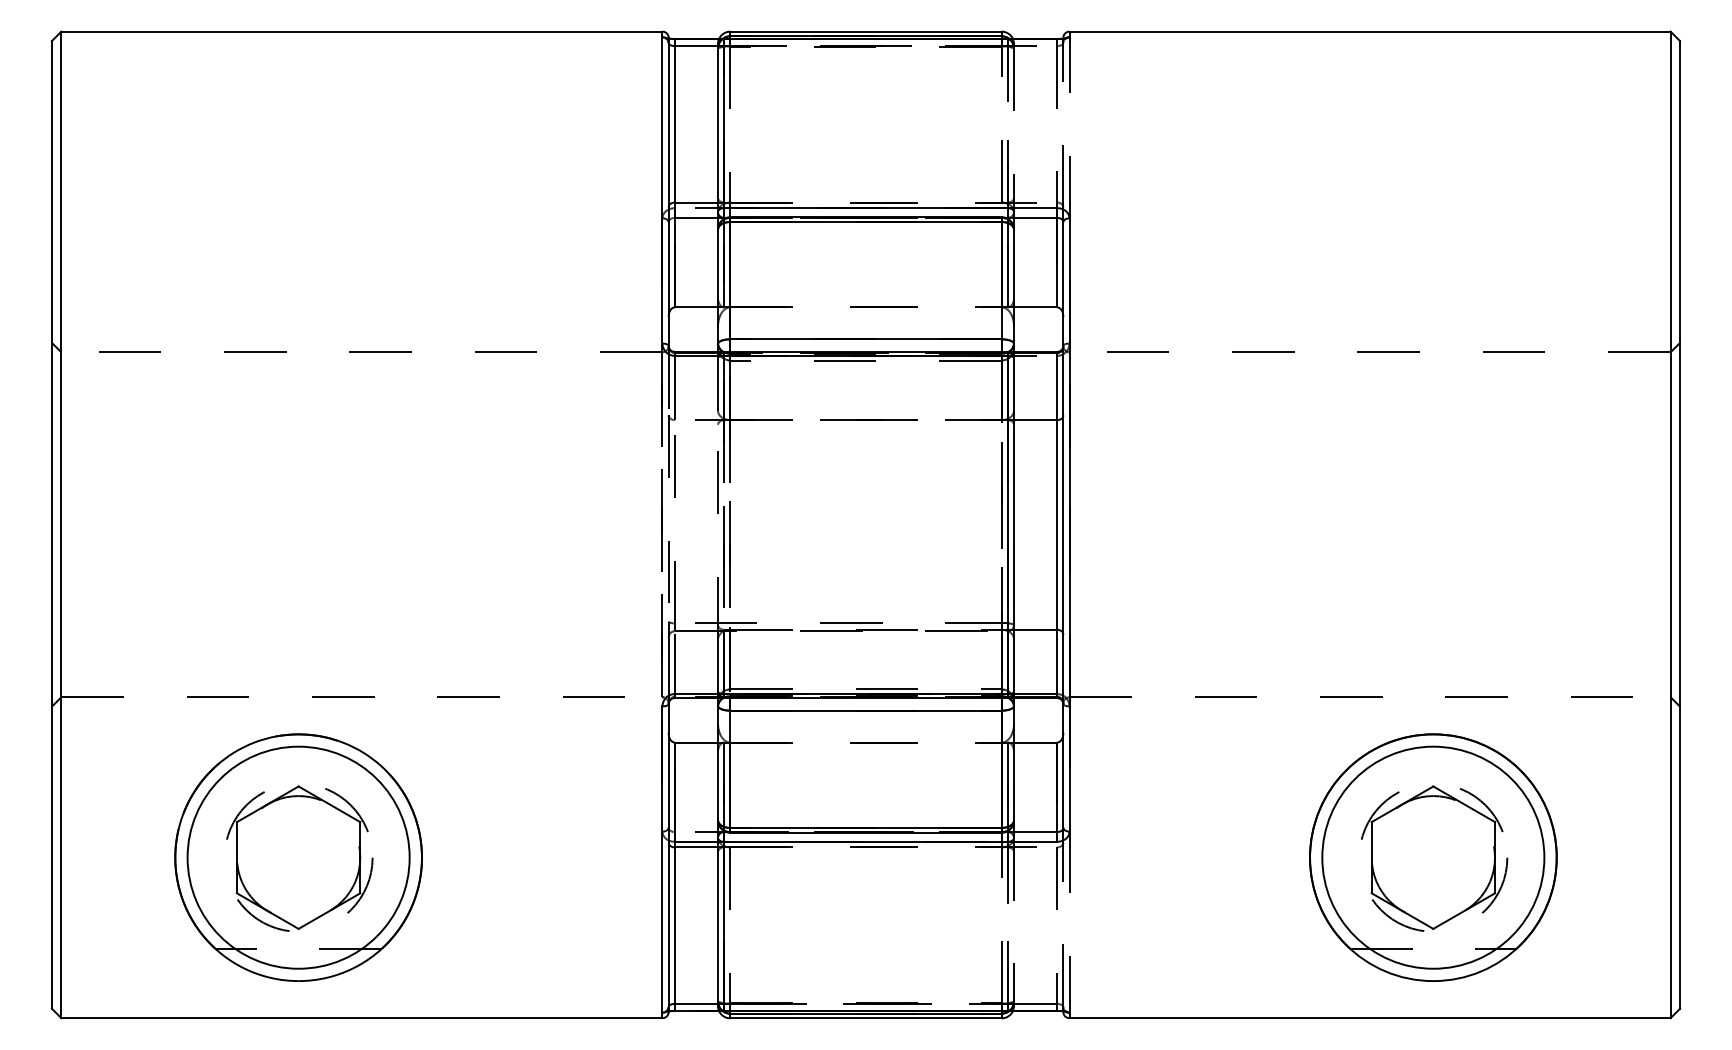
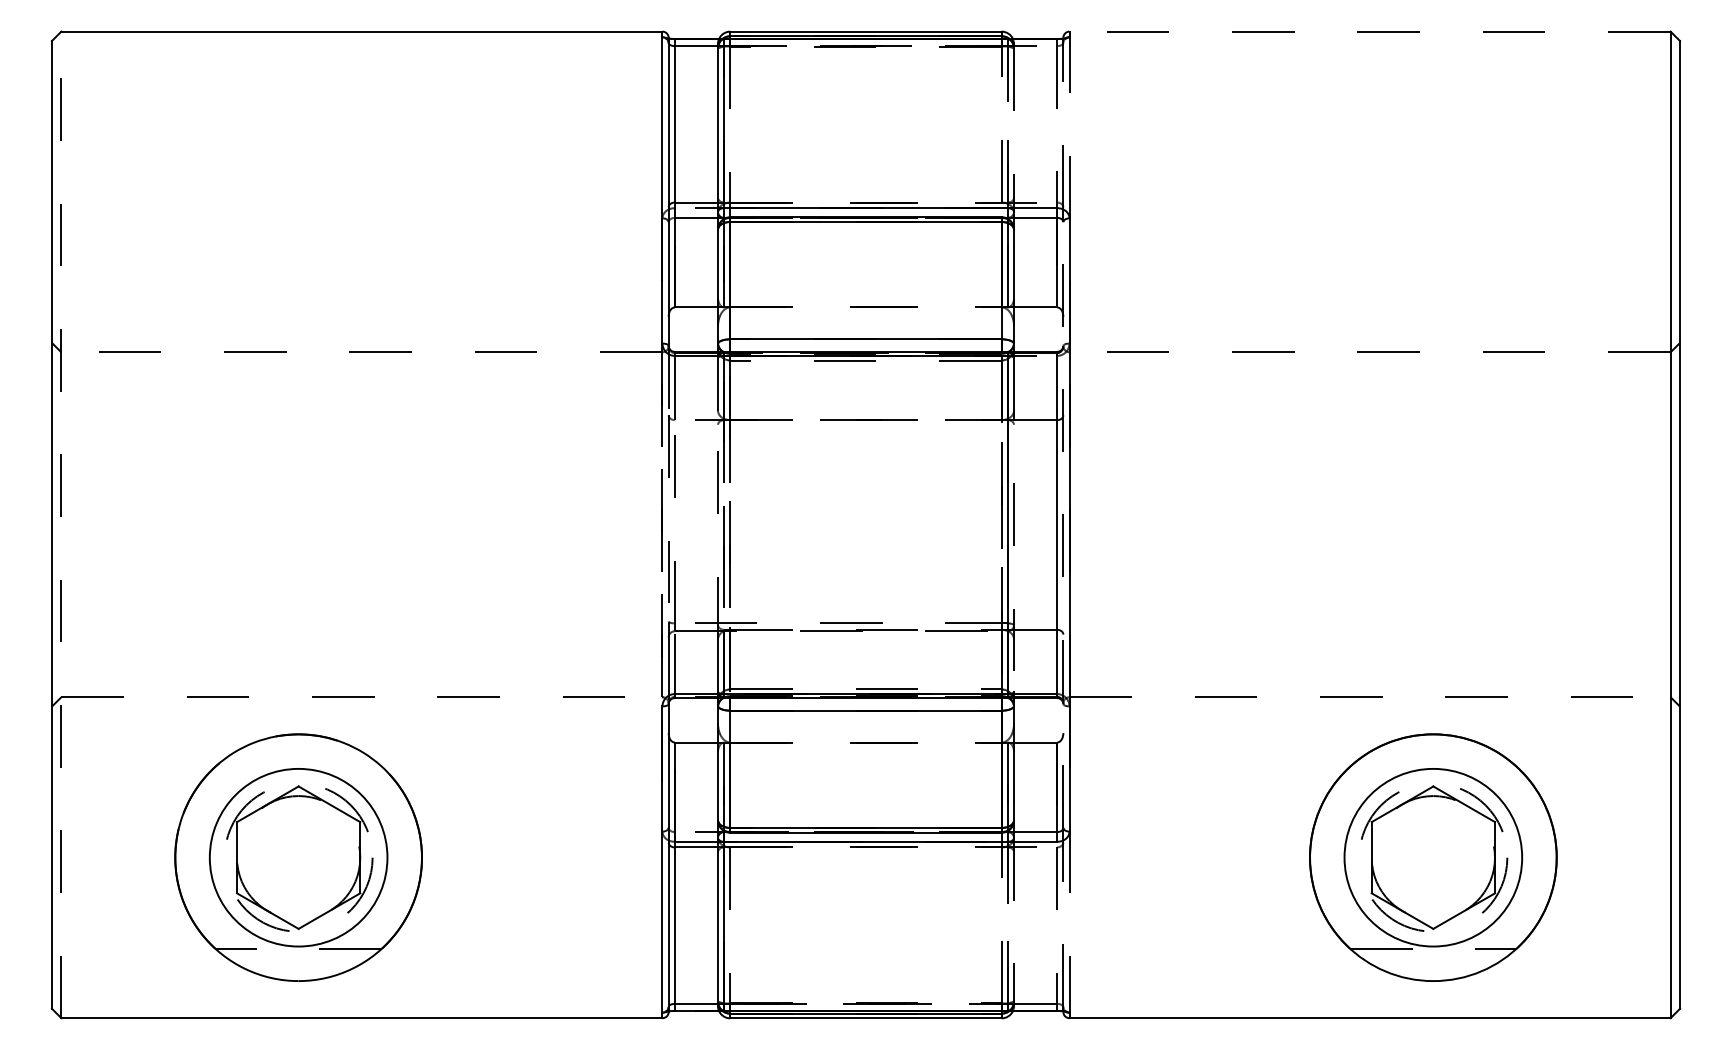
line at (1370, 31): solid -> dashed
line at (61, 524): solid -> dashed
line at (1063, 524): solid -> dashed
line at (1014, 525): solid -> dashed
circle at (298, 857) diameter: 222 px -> 178 px
circle at (1433, 857) diameter: 222 px -> 178 px
